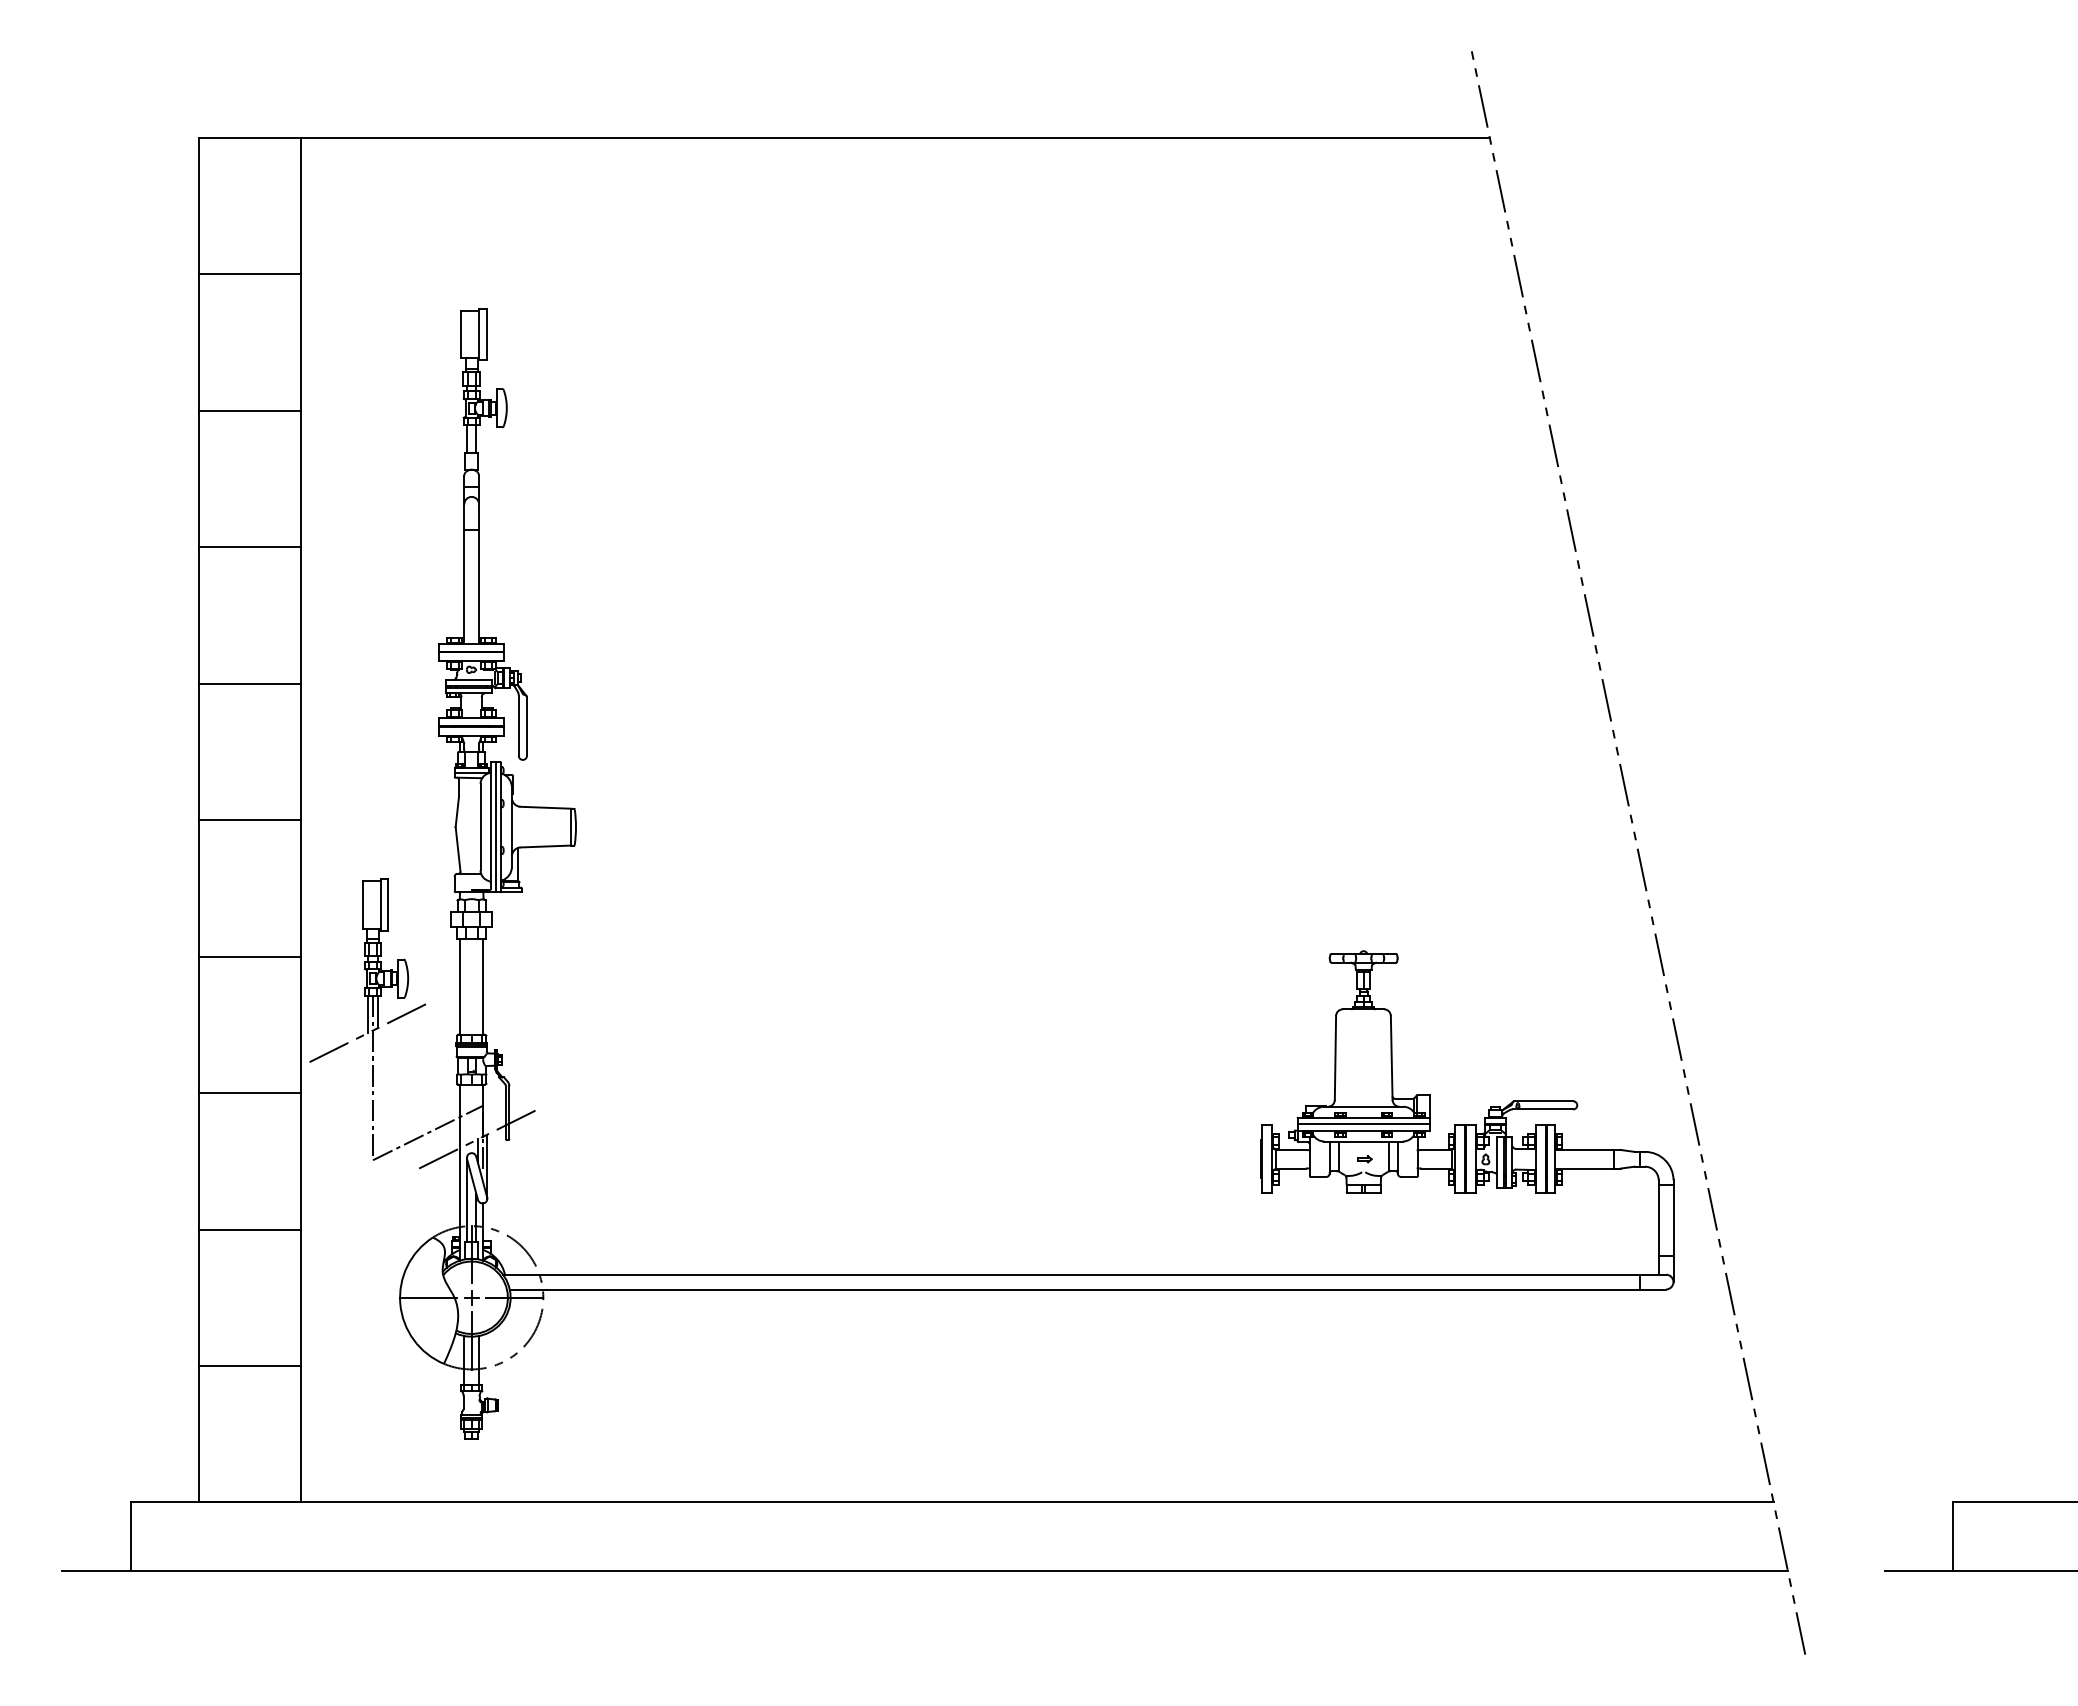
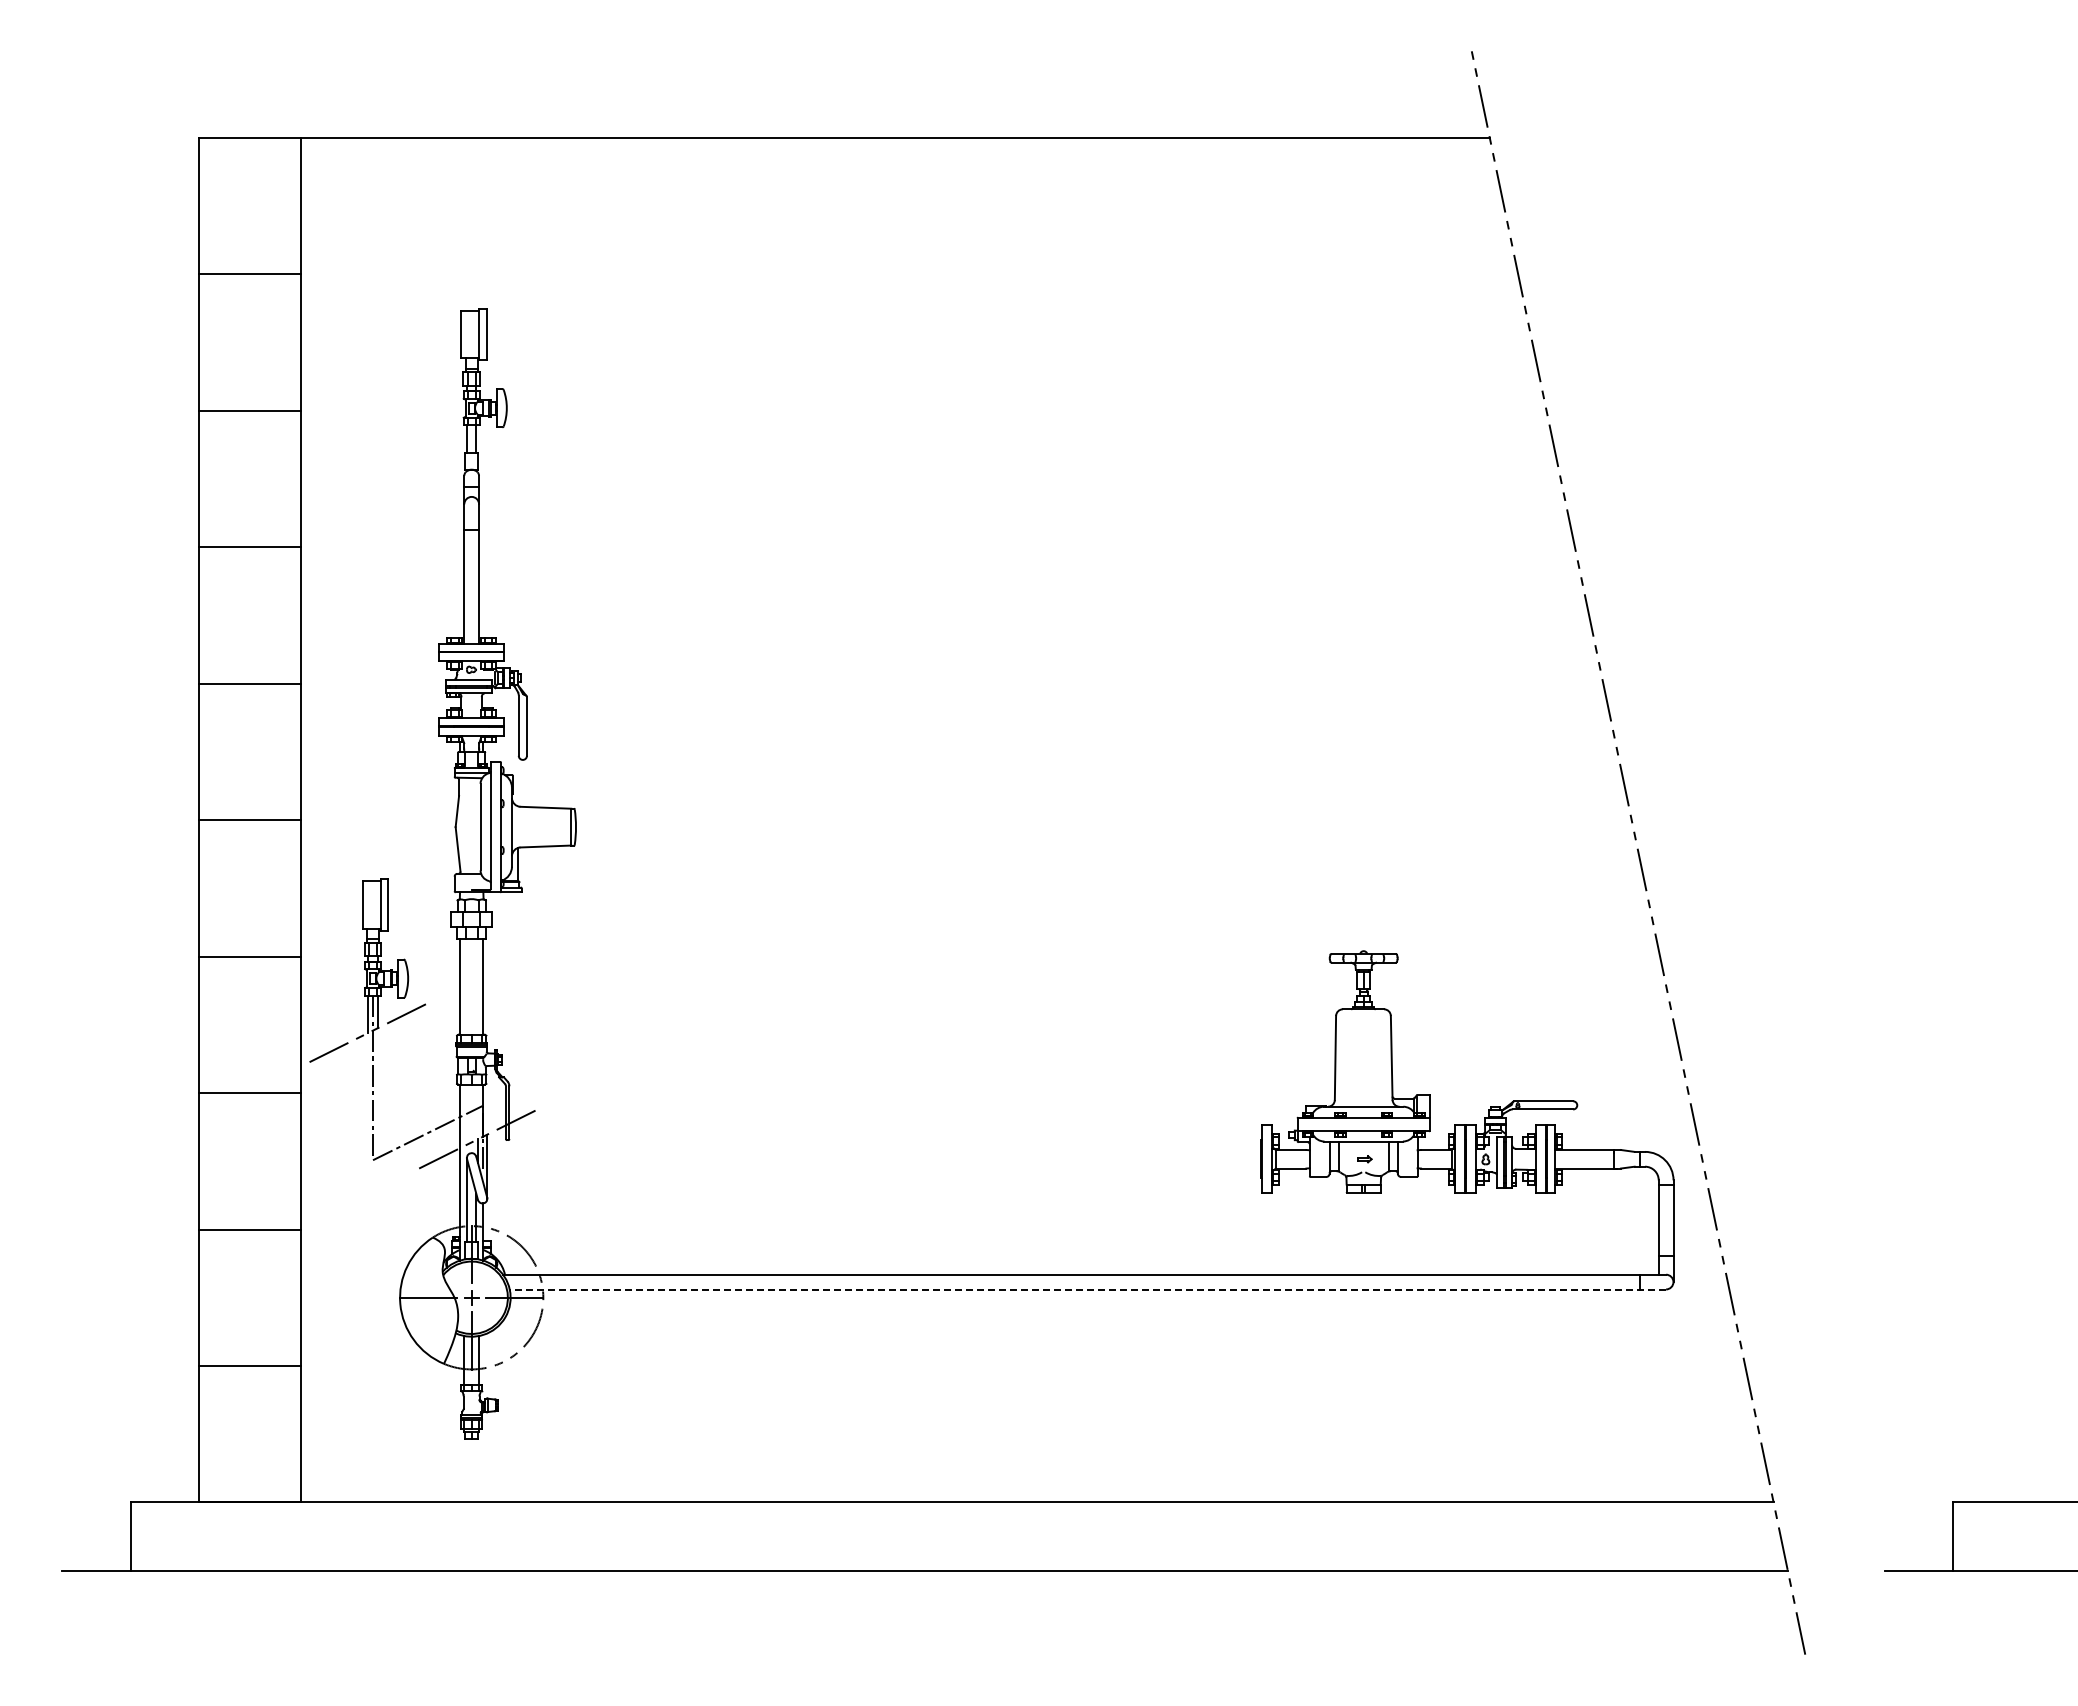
line at (496, 826): present -> none
line at (1363, 1124): present -> none
line at (1087, 1289): solid -> dashed
